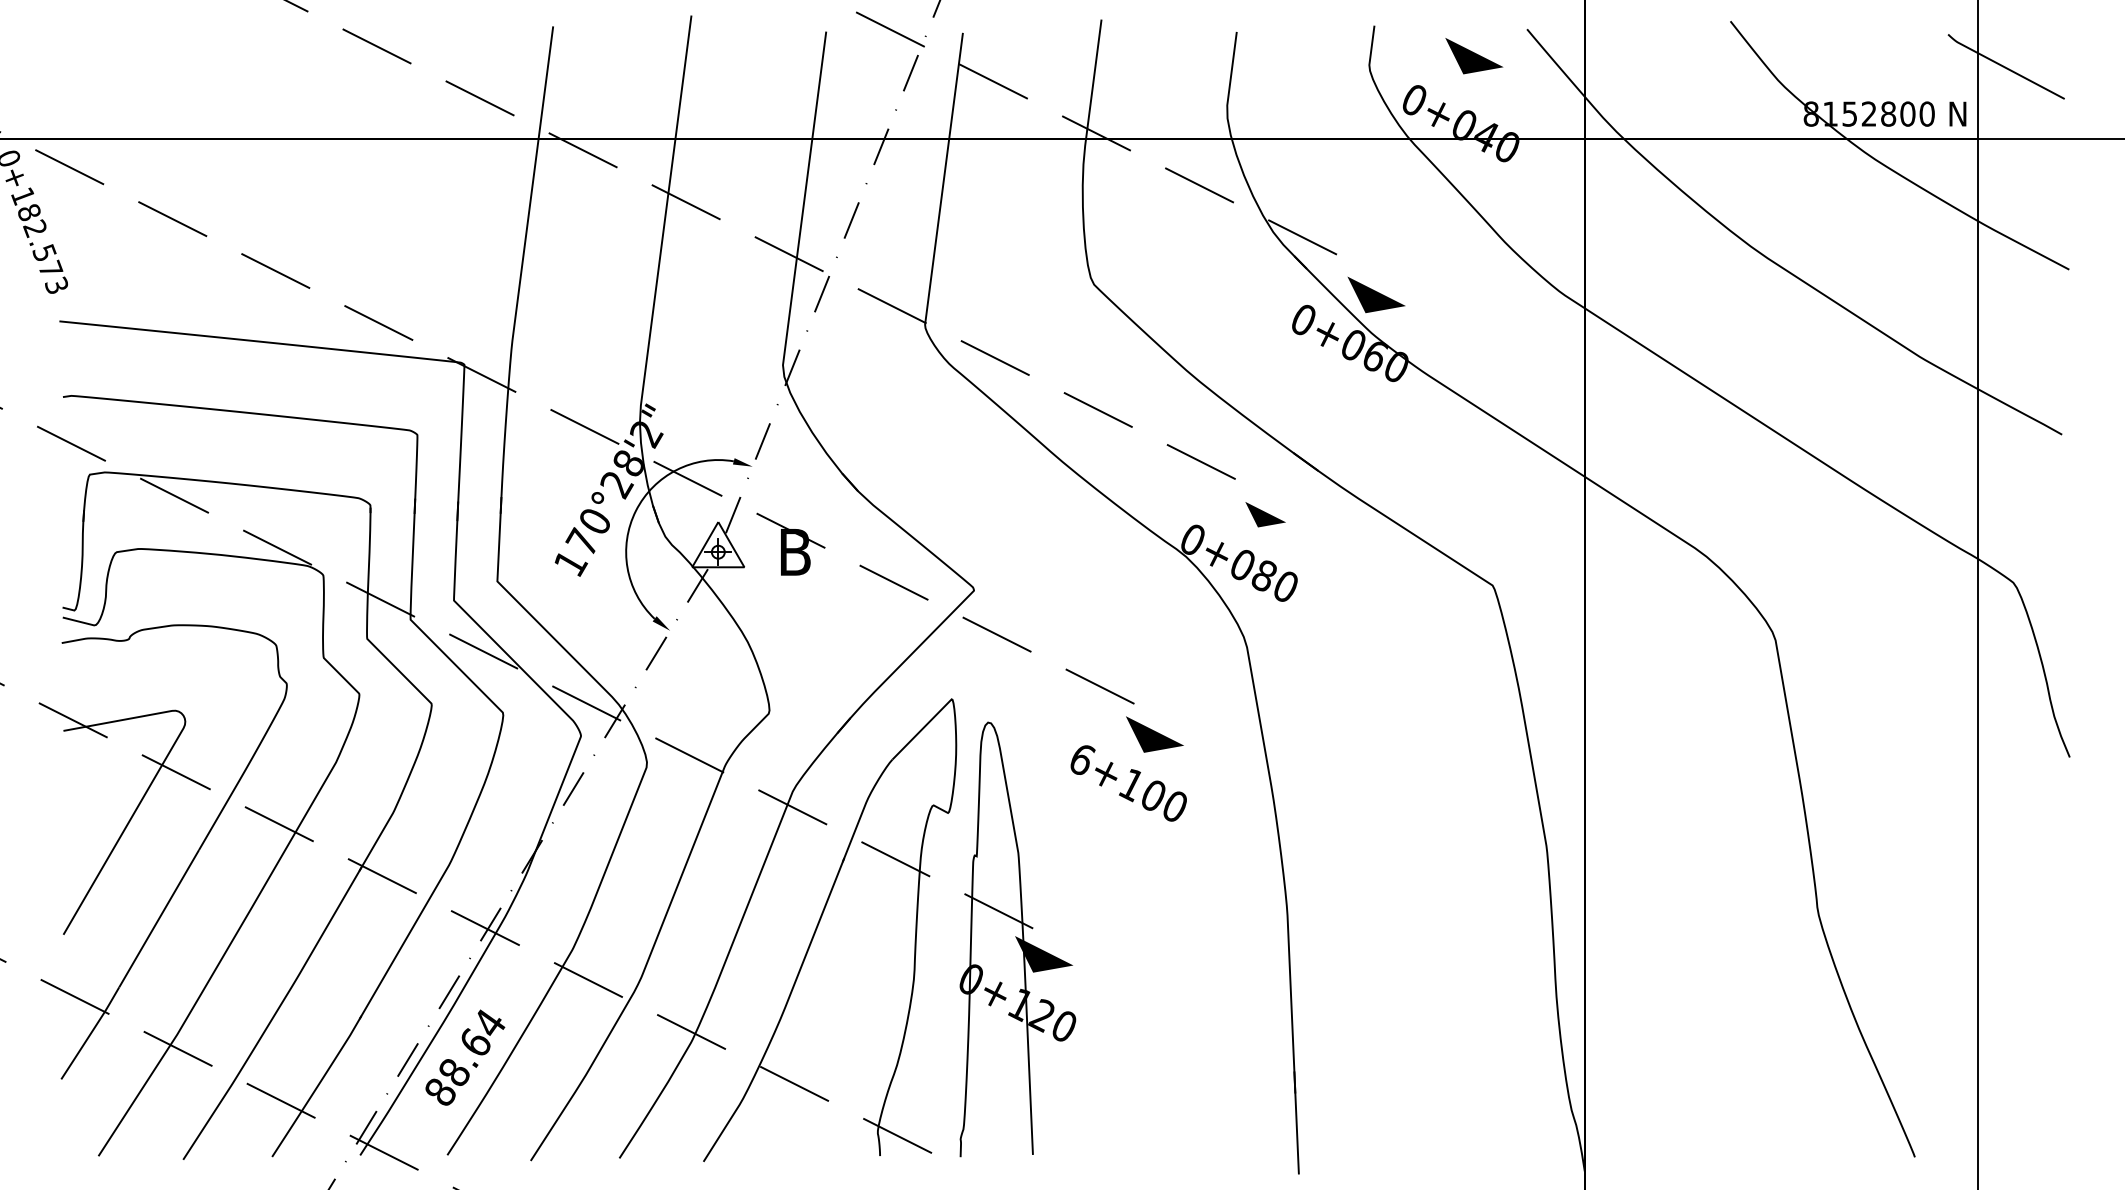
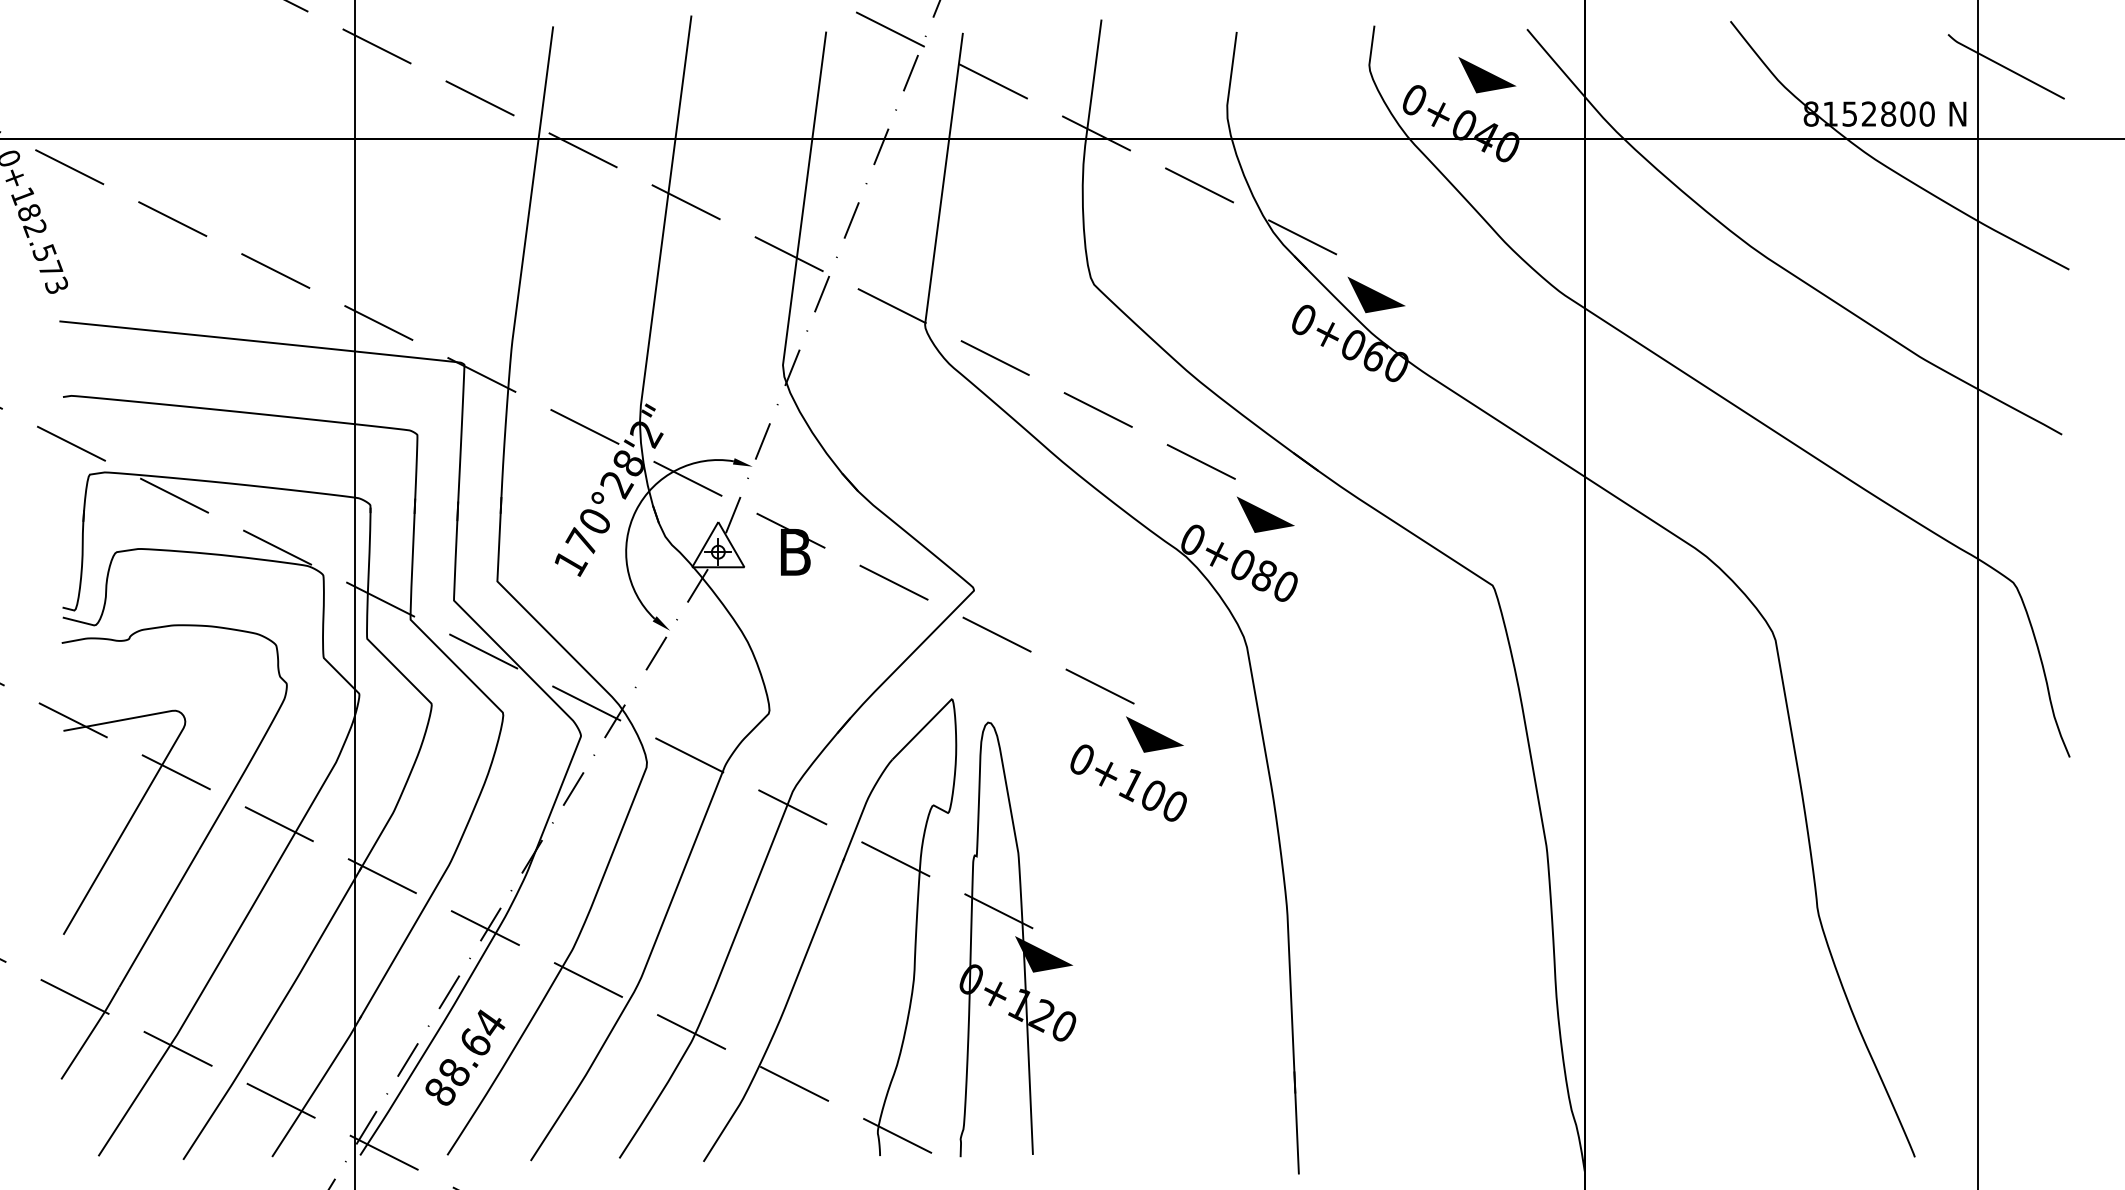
part at (1474, 56) position: (1474, 56) -> (1487, 75)
part at (1265, 514) size: 41x26 px -> 59x37 px
line at (354, 594): none -> present
text at (1082, 759): 6+100 -> 0+100
